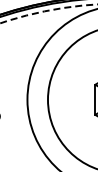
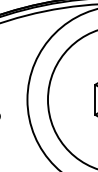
circle at (48, 13): dashed -> solid
